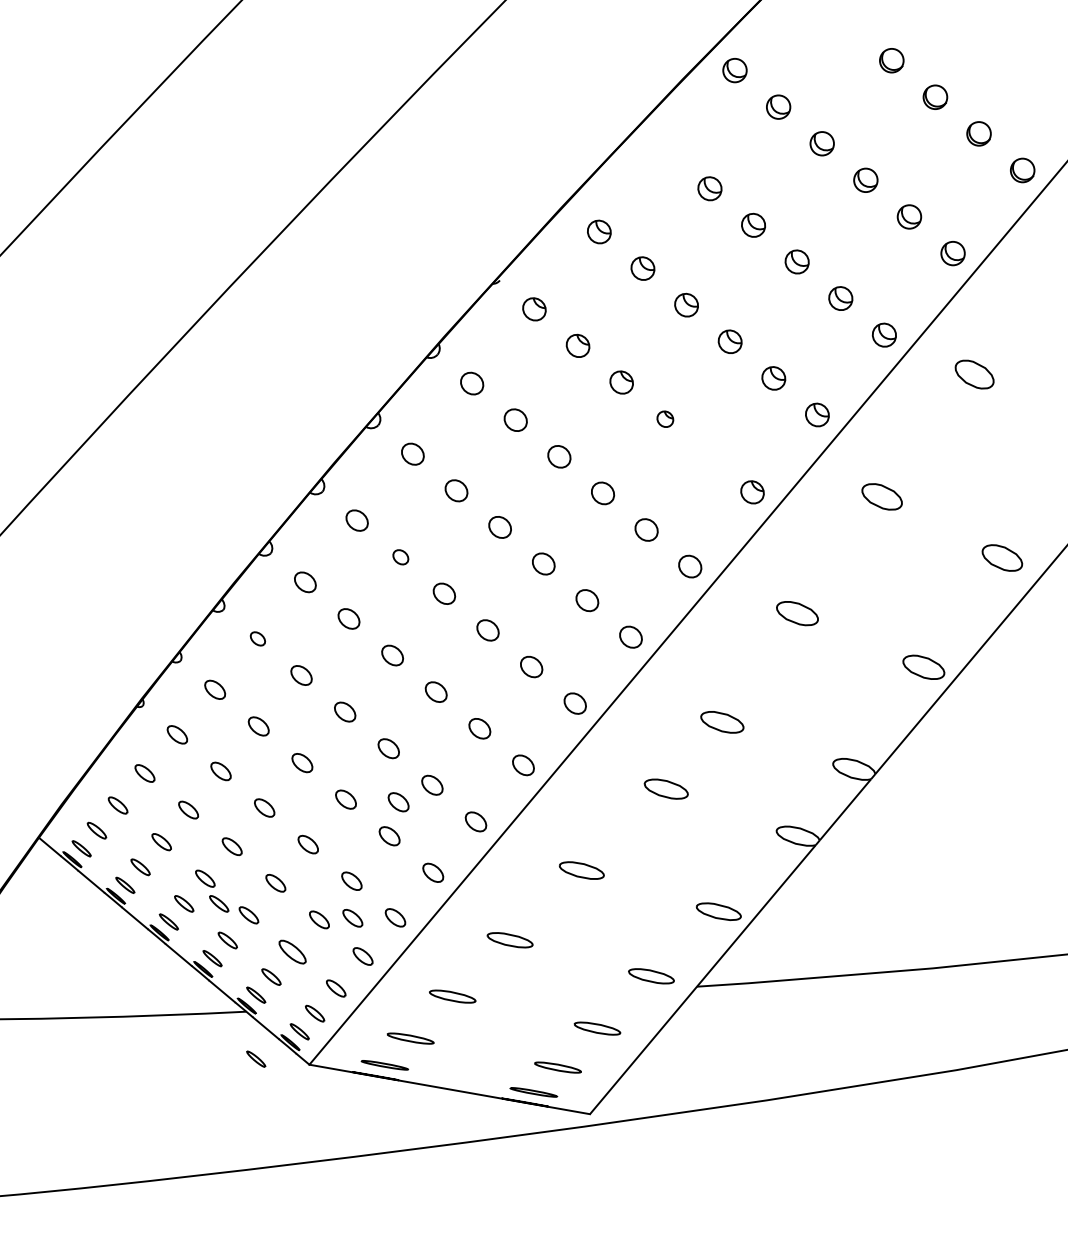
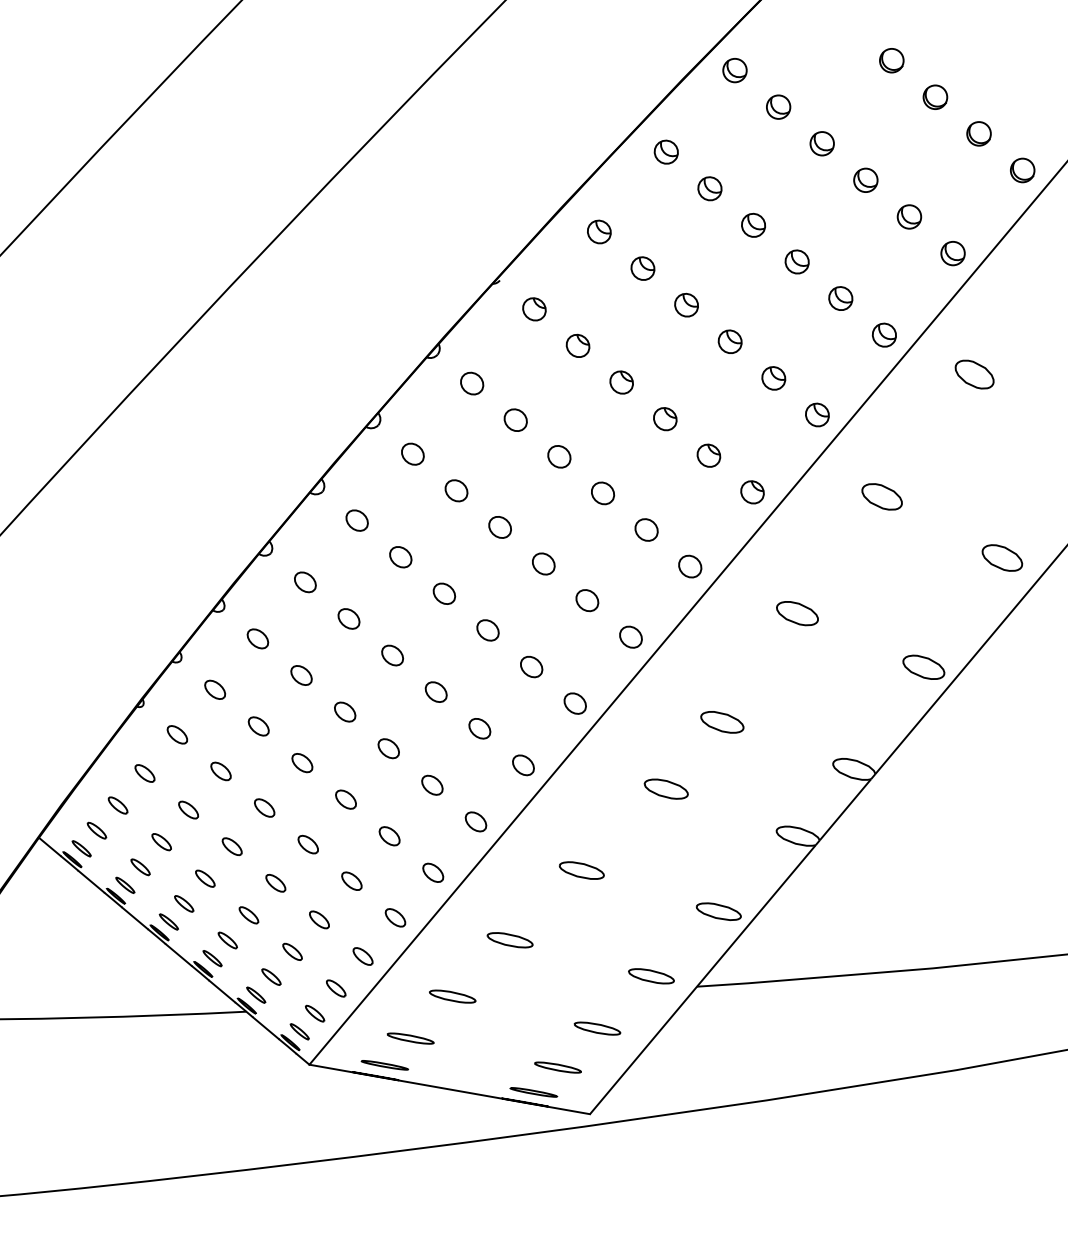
part at (665, 151): none -> present
part at (665, 418) size: 19x18 px -> 25x25 px
part at (708, 455): none -> present
part at (400, 557) size: 18x17 px -> 24x23 px
part at (257, 638) size: 17x16 px -> 24x22 px
part at (398, 802): present -> none
part at (219, 903): present -> none
part at (352, 918): present -> none
part at (292, 951) size: 29x26 px -> 21x19 px
part at (256, 1058): present -> none
